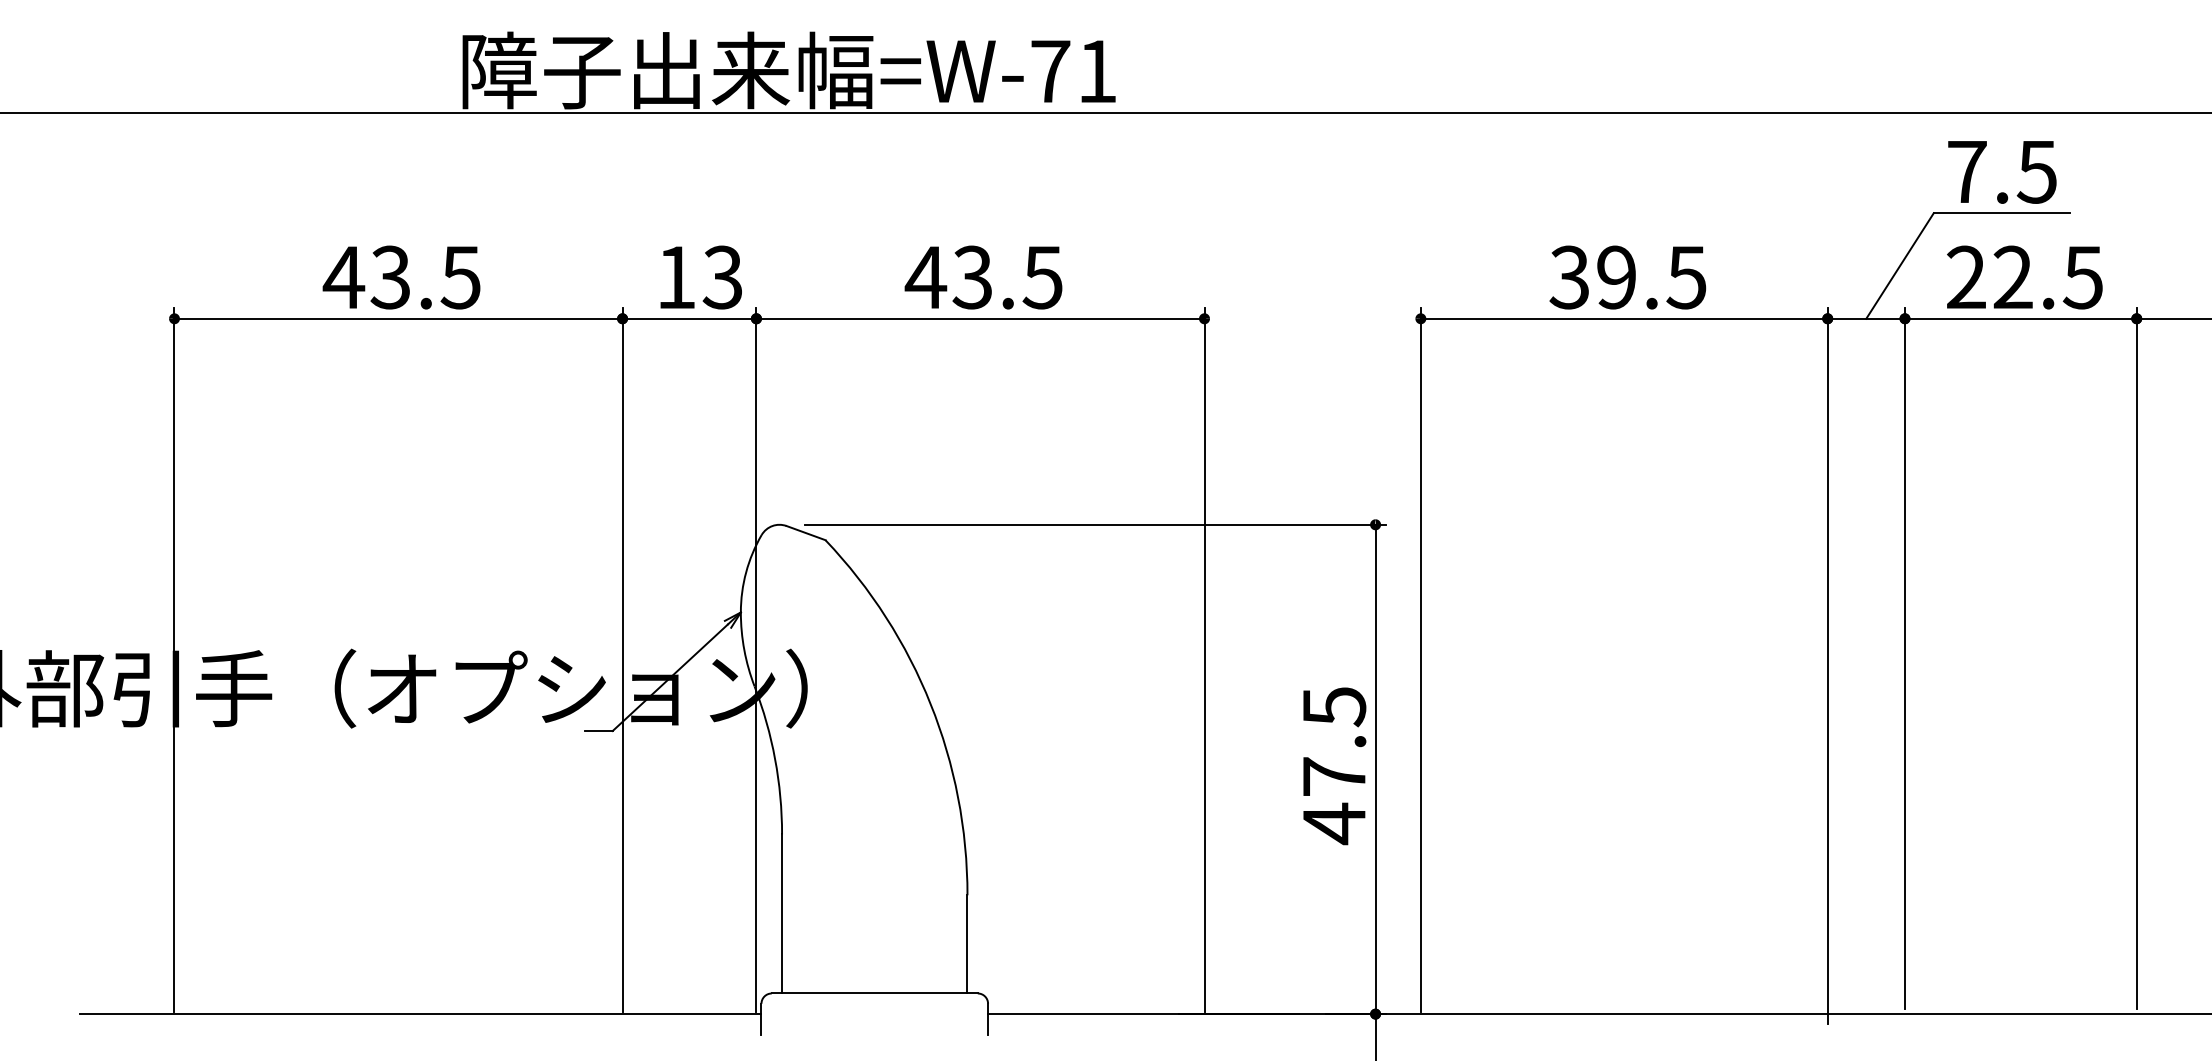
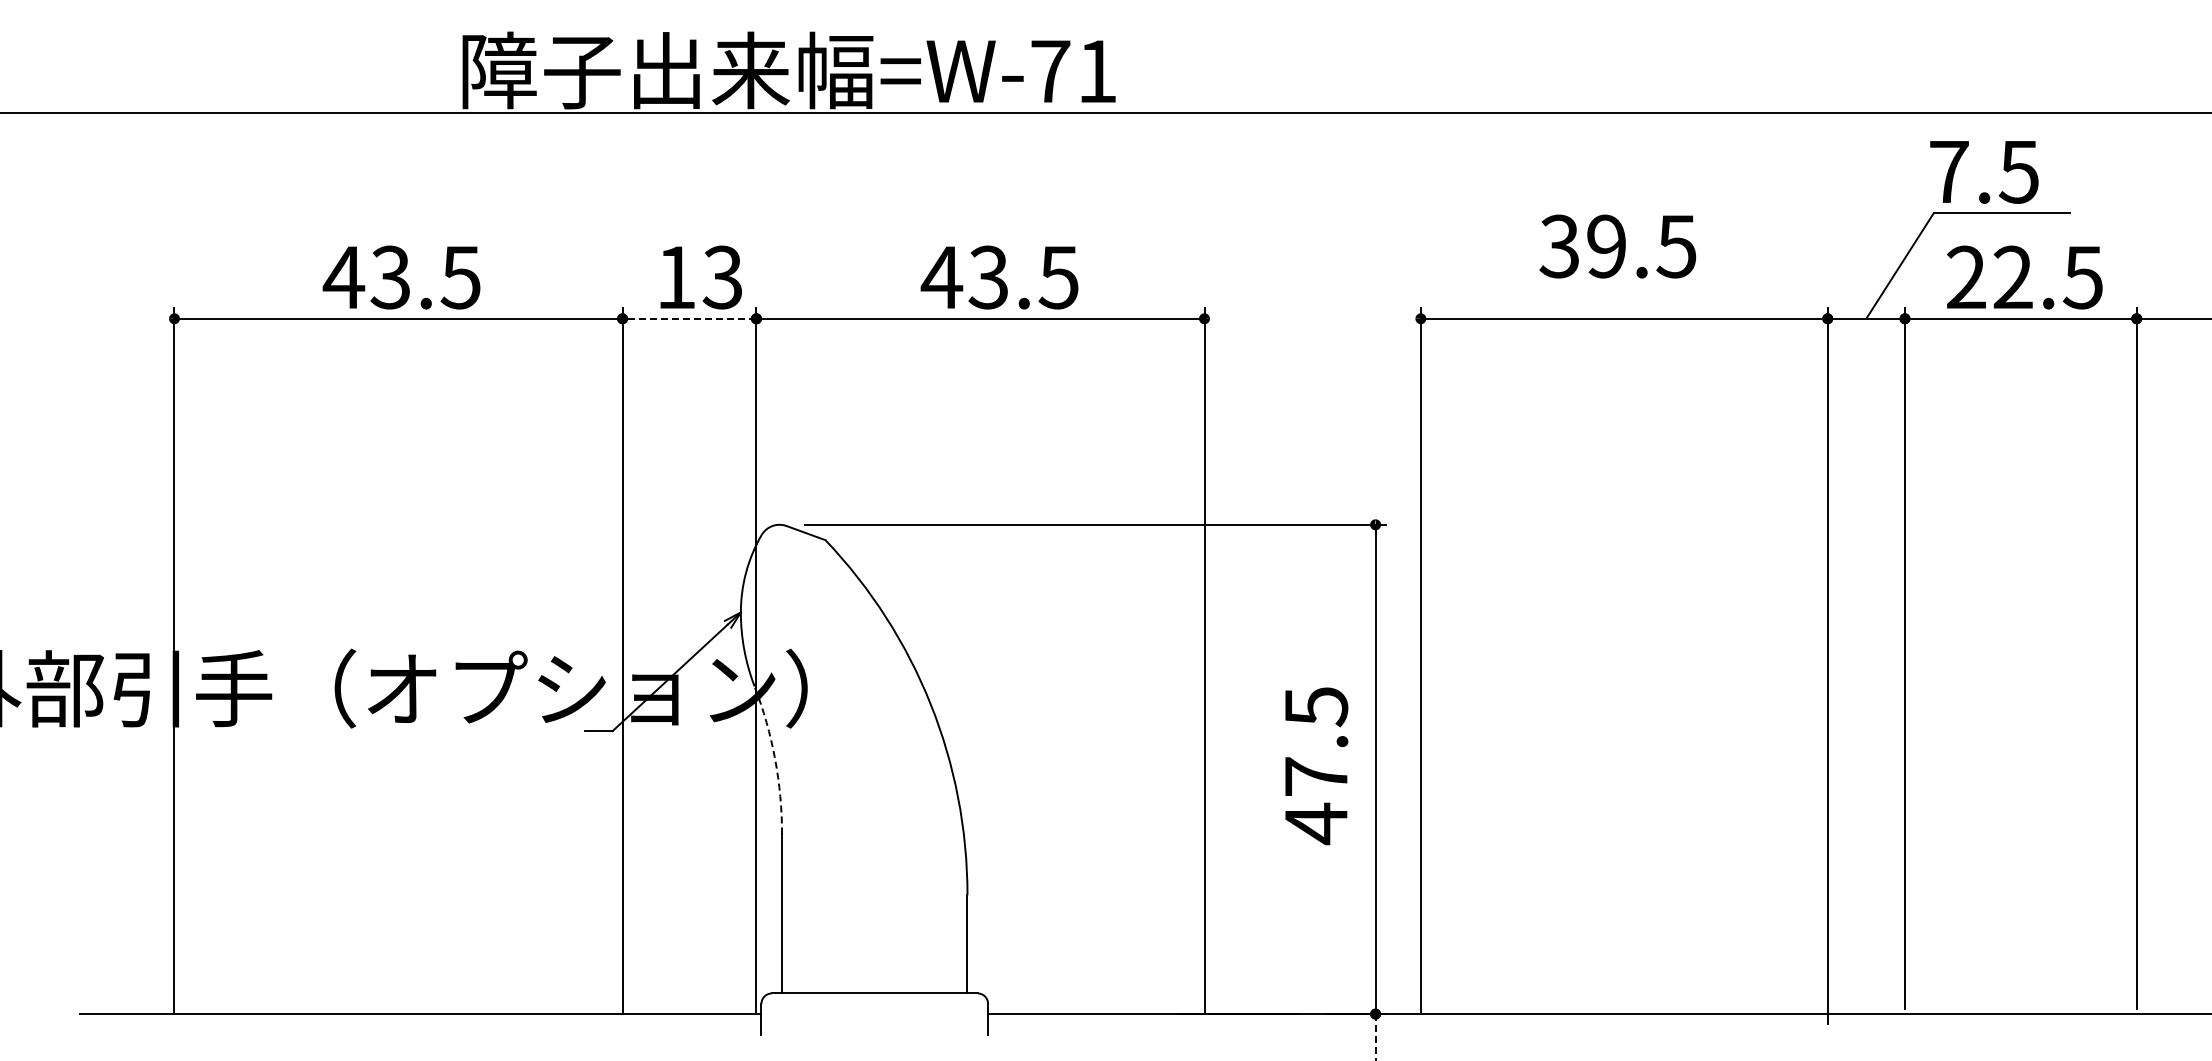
text at (2002, 172) position: (2002, 172) -> (1984, 172)
text at (983, 277) position: (983, 277) -> (999, 277)
text at (1627, 277) position: (1627, 277) -> (1617, 246)
line at (689, 318): solid -> dashed
arc at (775, 759): solid -> dashed
text at (1334, 766) position: (1334, 766) -> (1316, 766)
line at (1375, 1037): solid -> dashed
